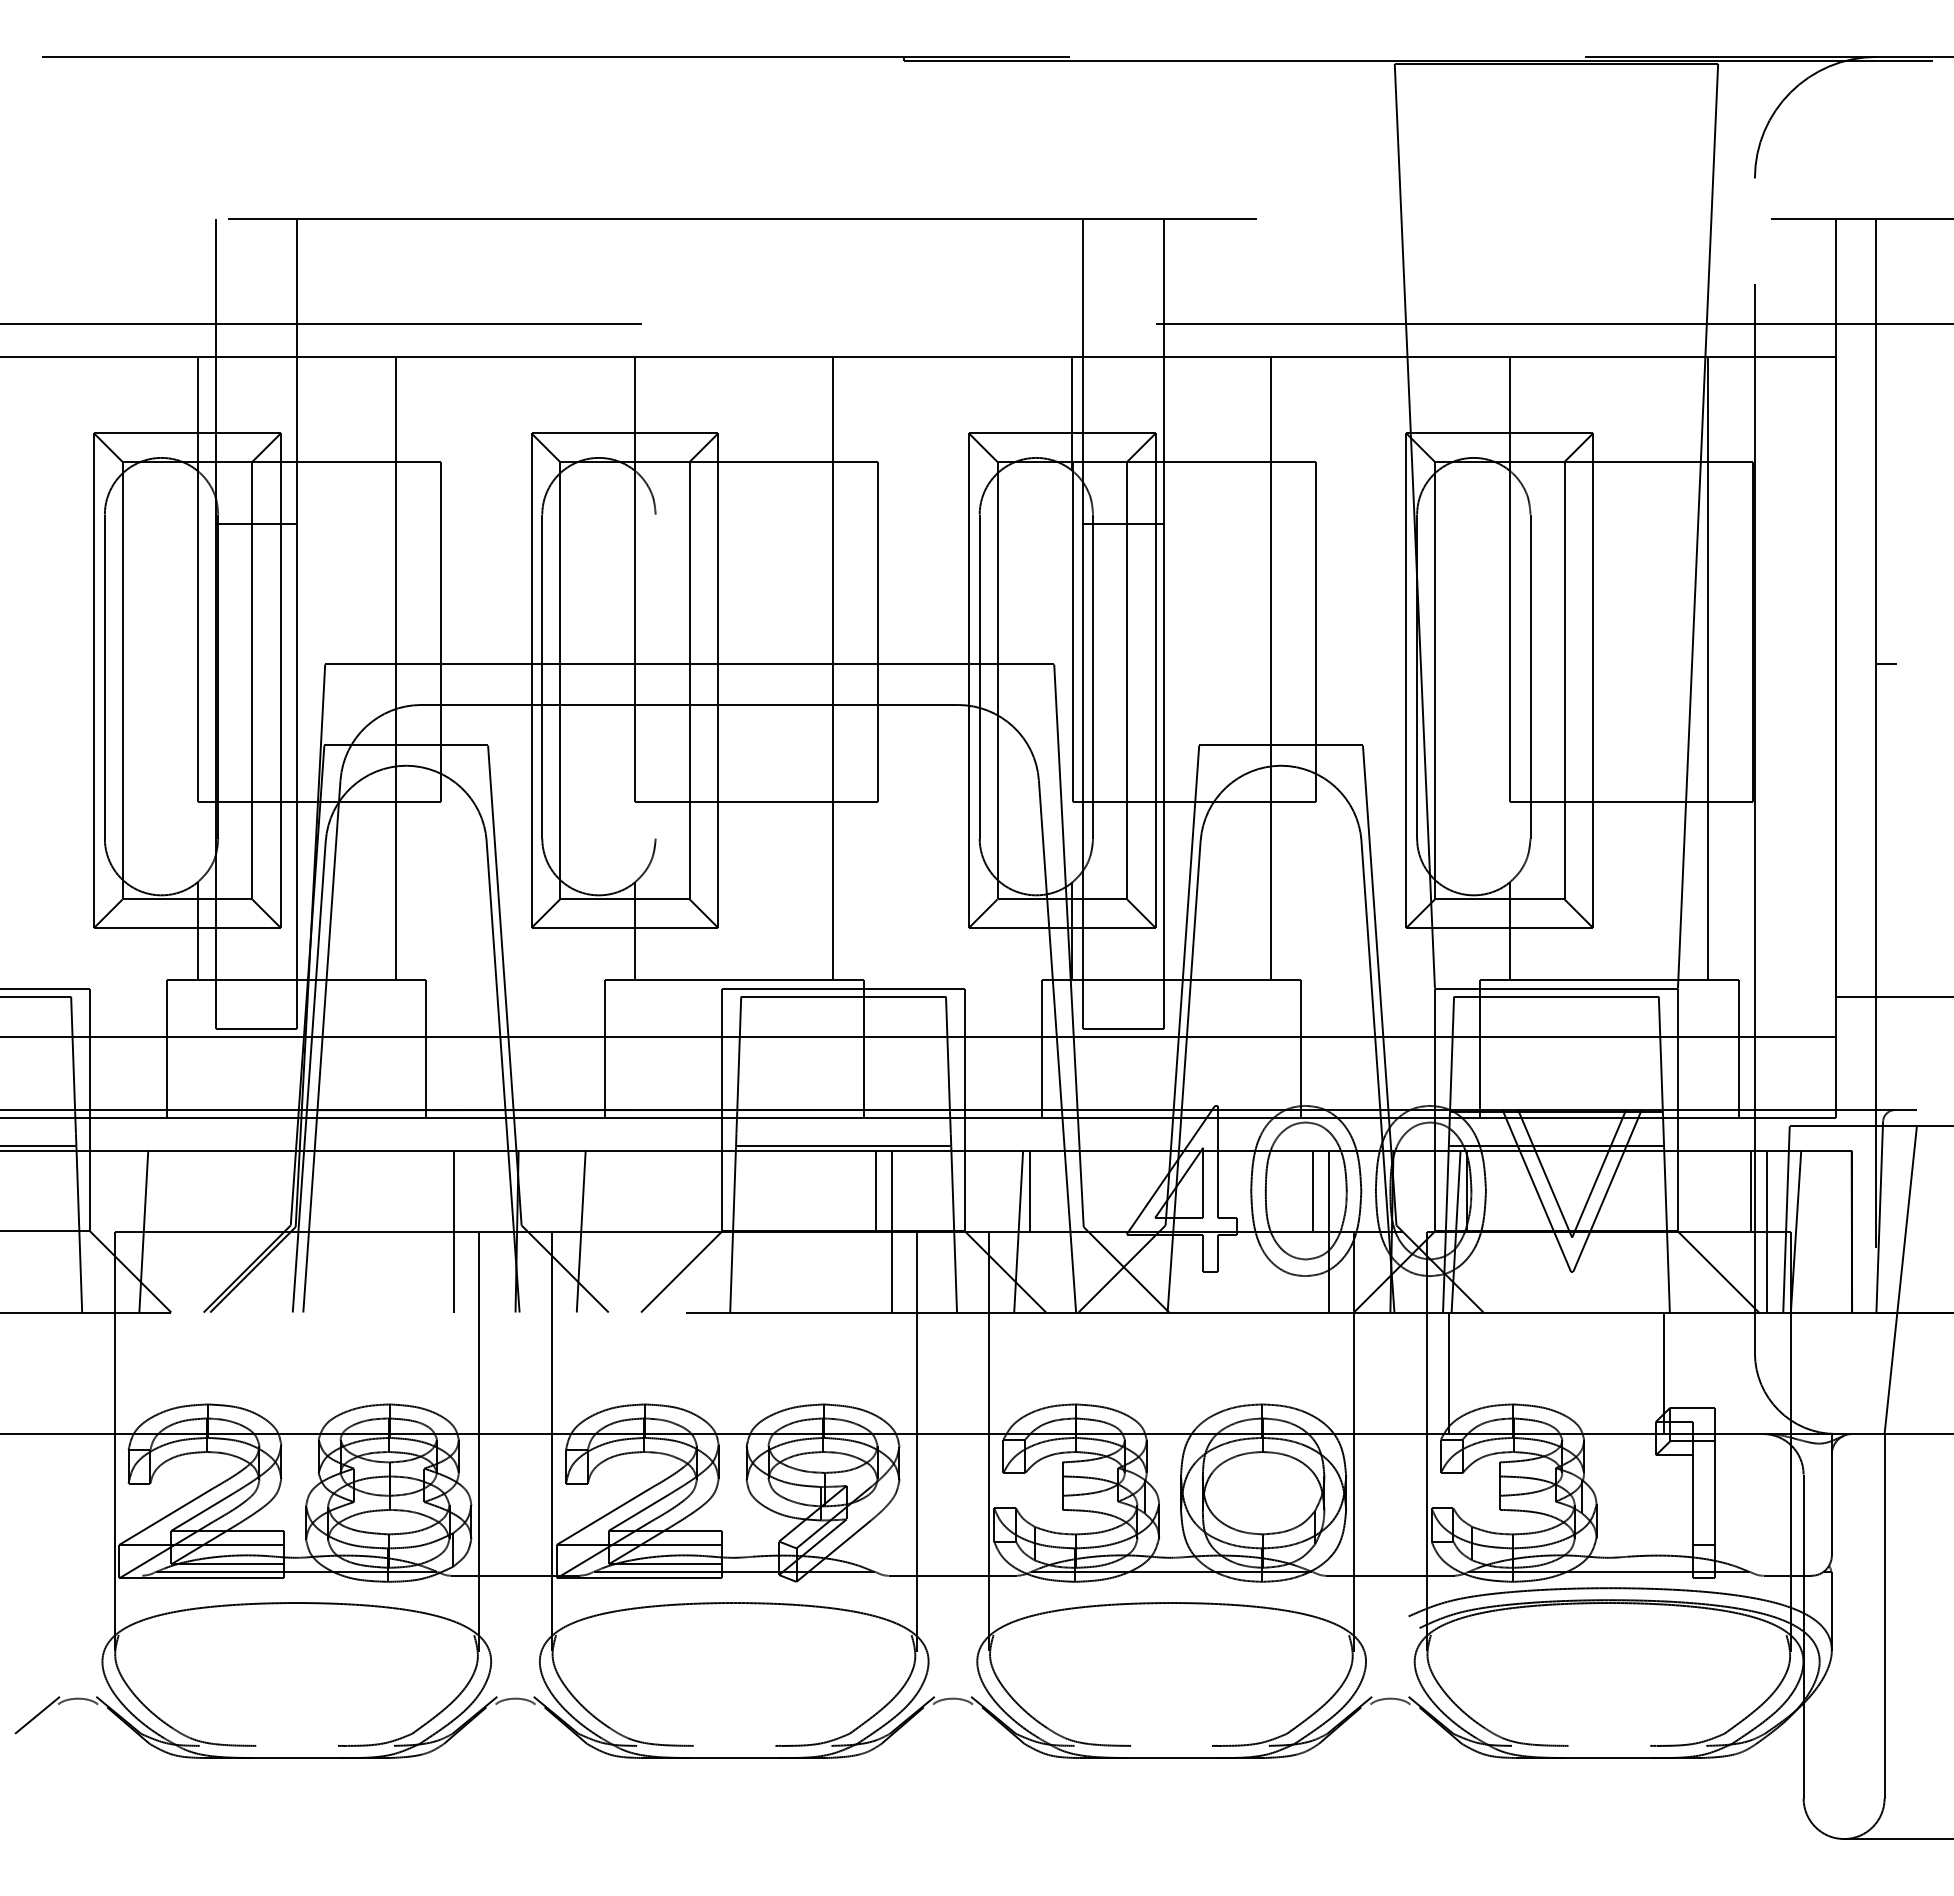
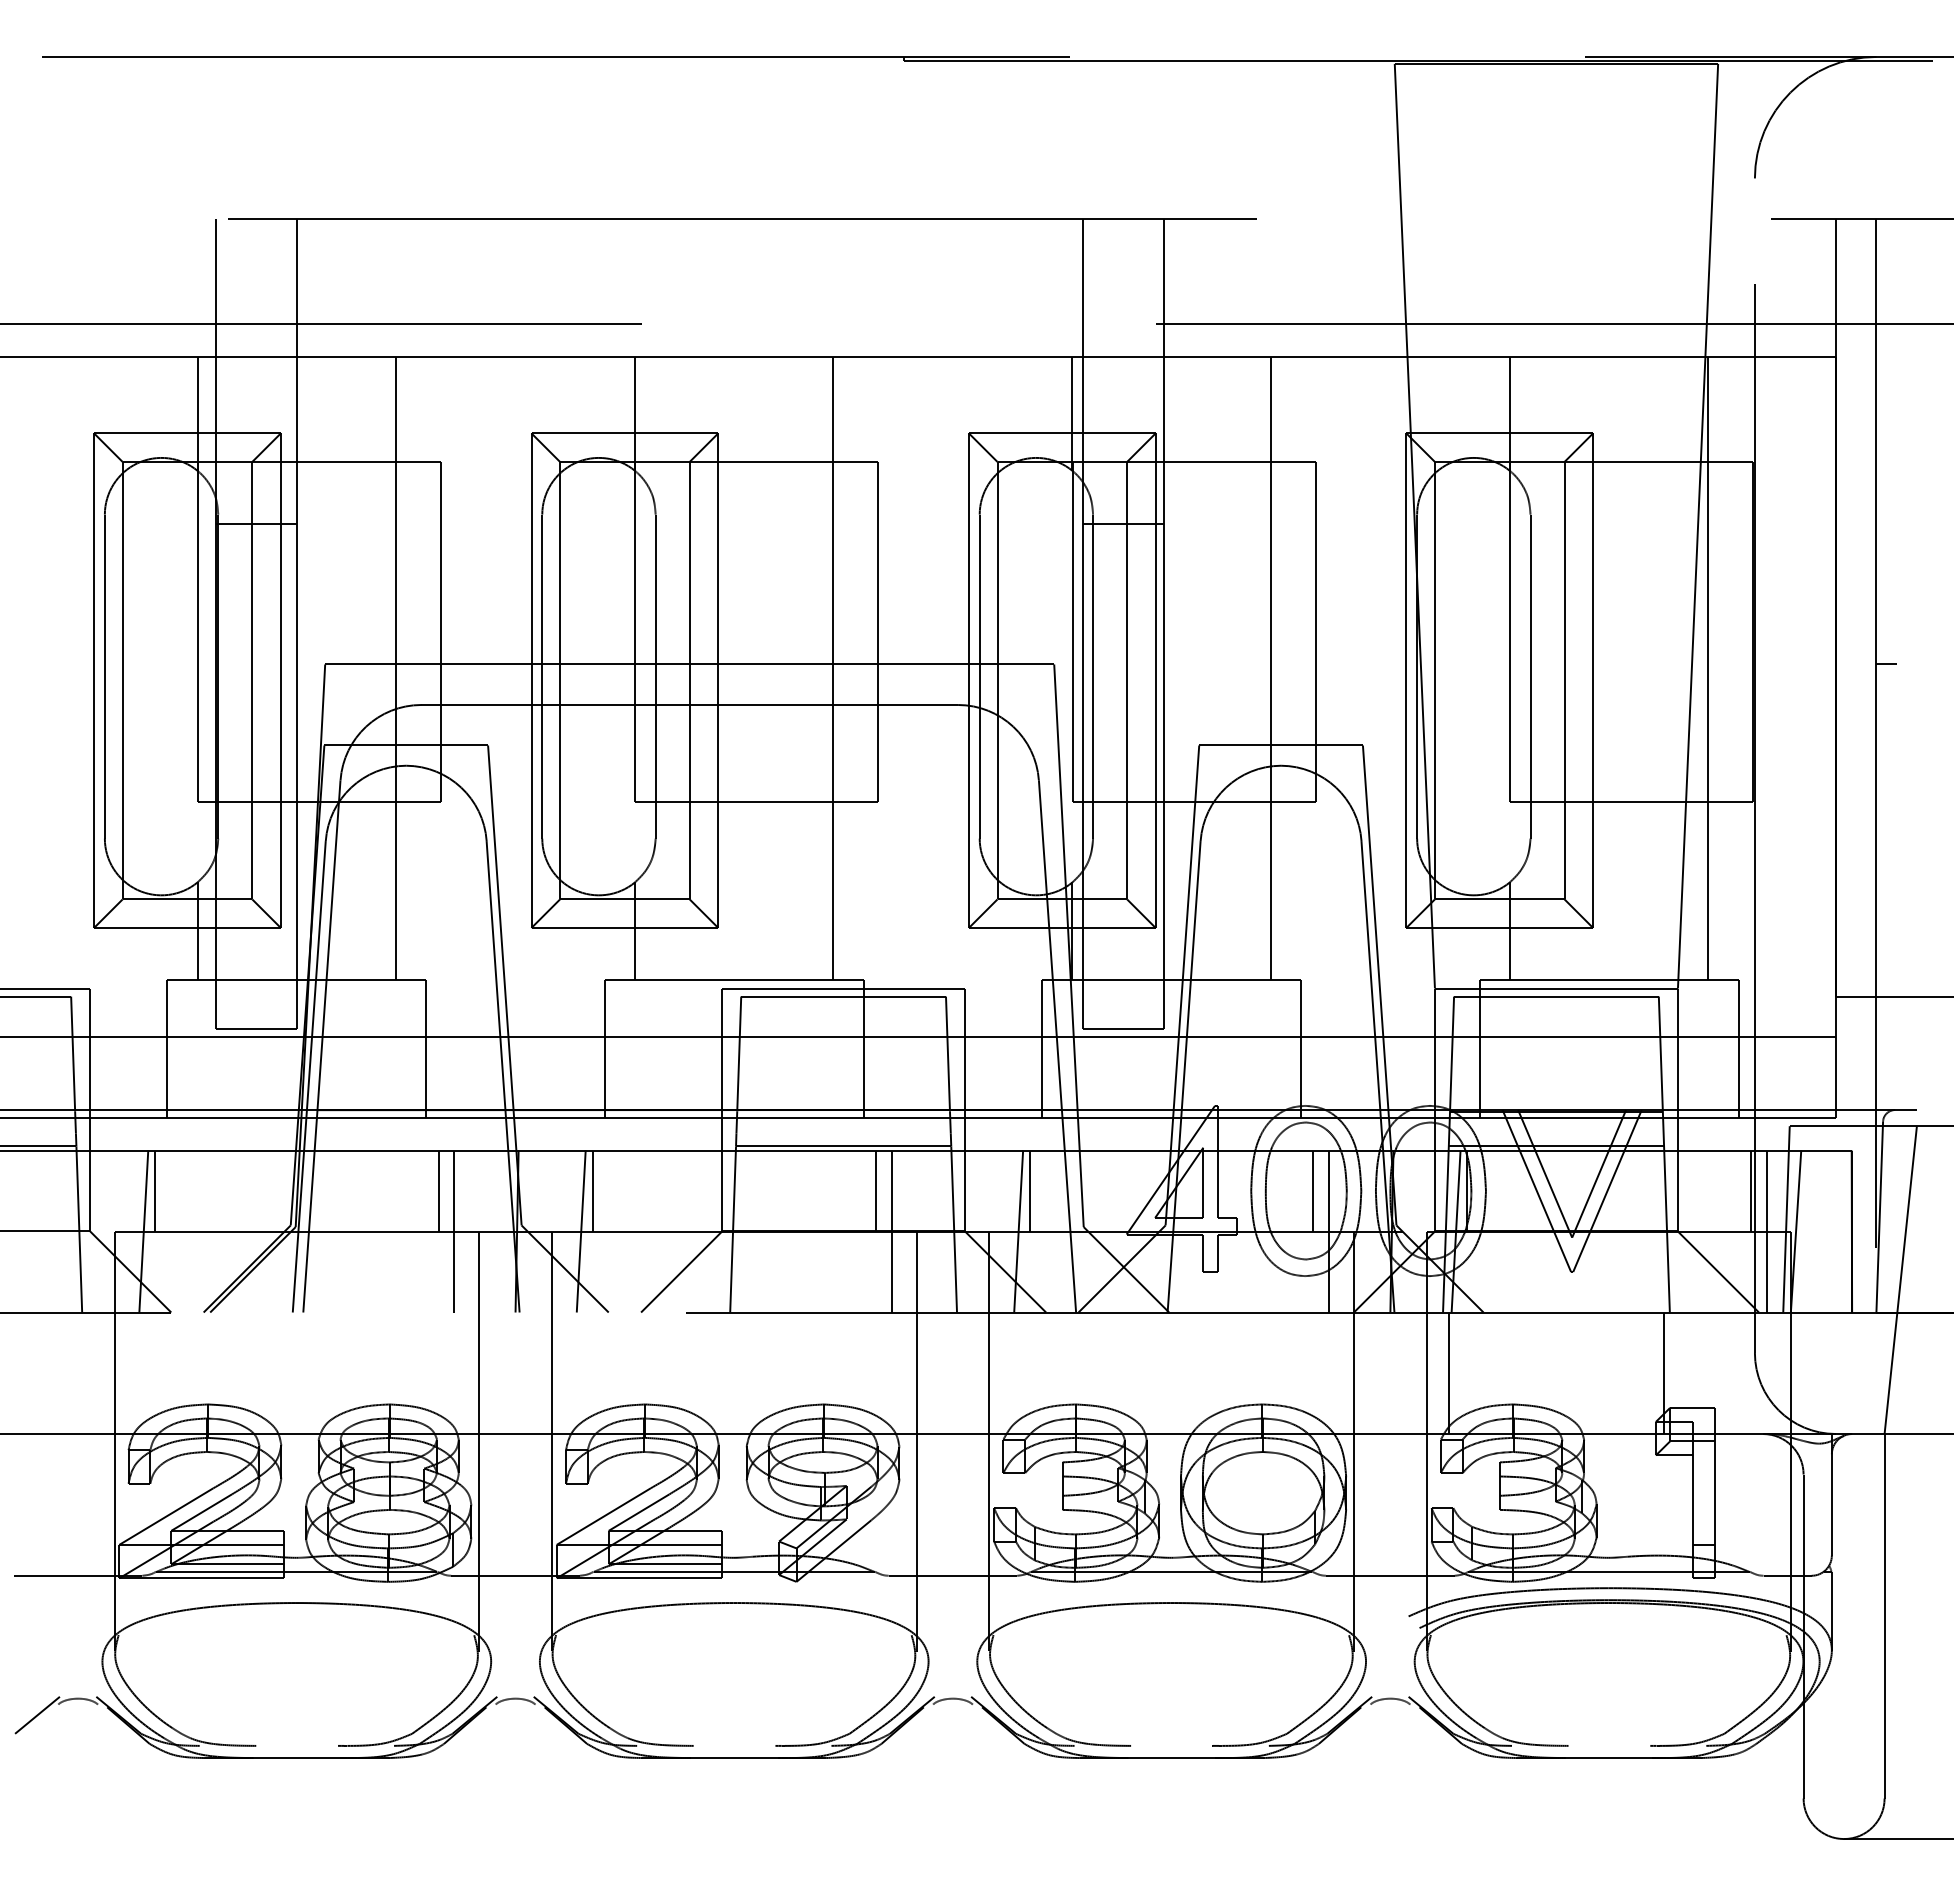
line at (655, 676): none -> present
line at (155, 1190): none -> present
line at (438, 1190): none -> present
line at (592, 1190): none -> present
line at (77, 1575): none -> present
